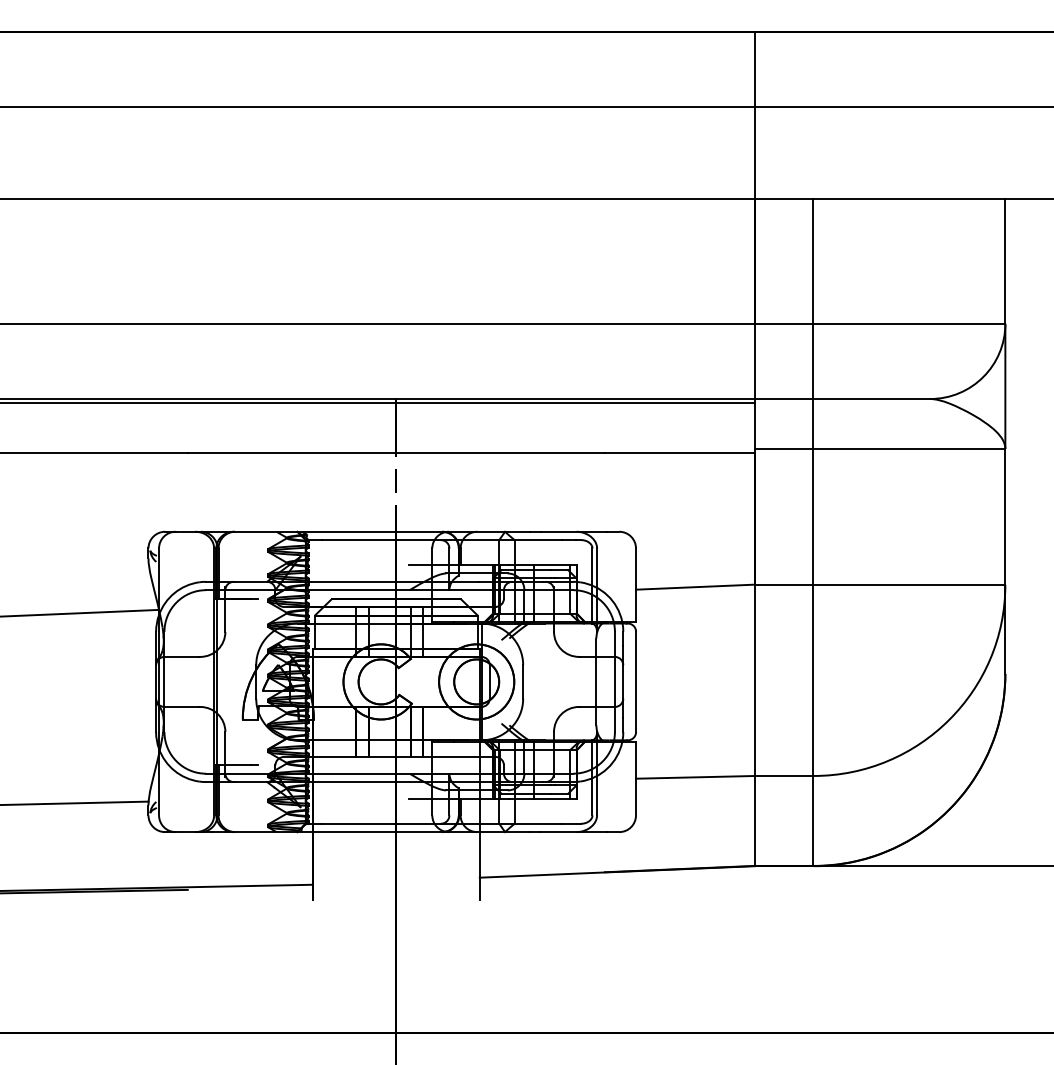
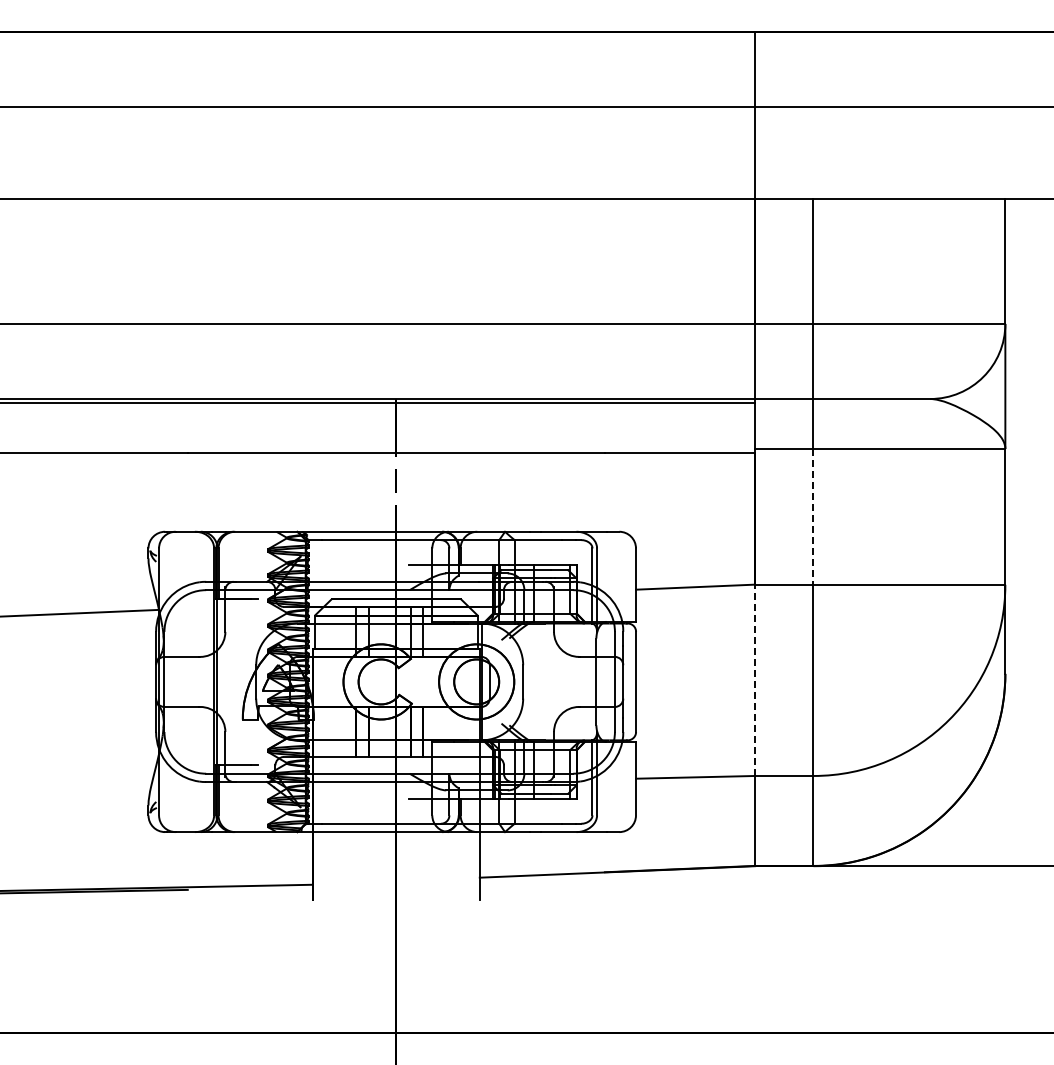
line at (813, 516): solid -> dashed
line at (755, 680): solid -> dashed
line at (75, 802): present -> none
